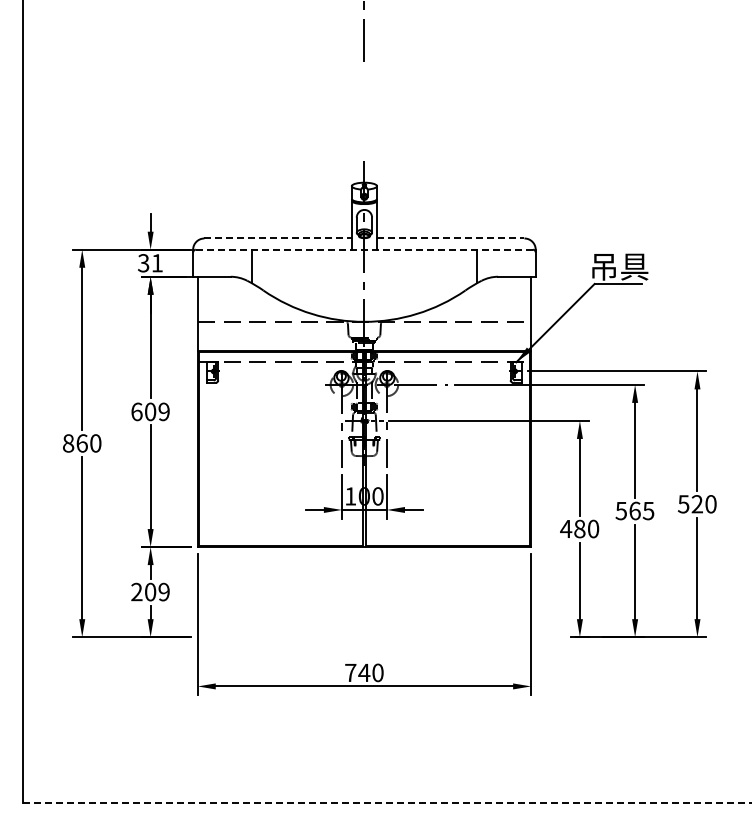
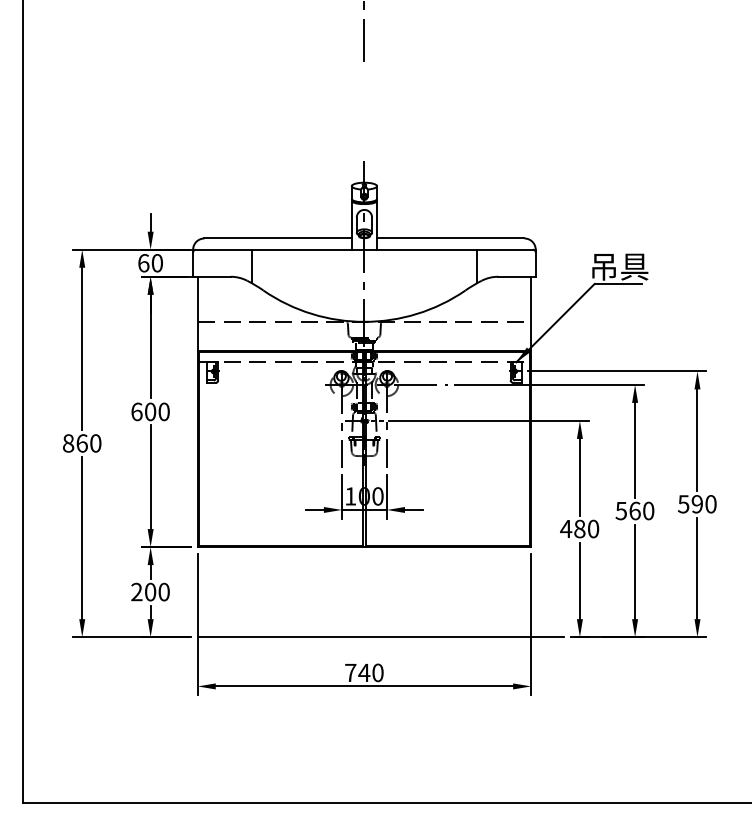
line at (278, 238): dashed -> solid
line at (450, 238): dashed -> solid
line at (364, 249): dashed -> solid
text at (150, 263): 31 -> 60
text at (163, 411): 609 -> 600
text at (696, 504): 520 -> 590
text at (648, 510): 565 -> 560
text at (163, 592): 209 -> 200
line at (380, 637): none -> present
line at (387, 803): dashed -> solid
